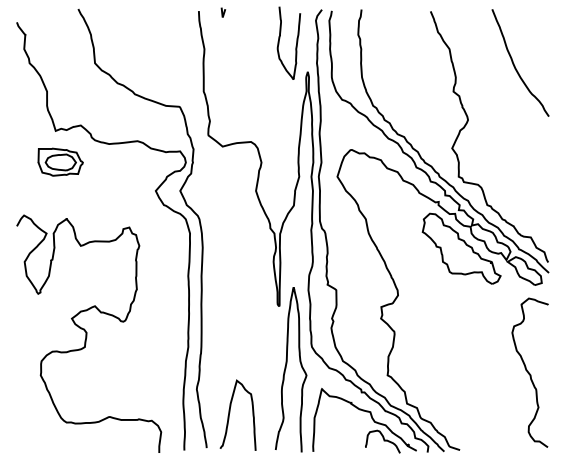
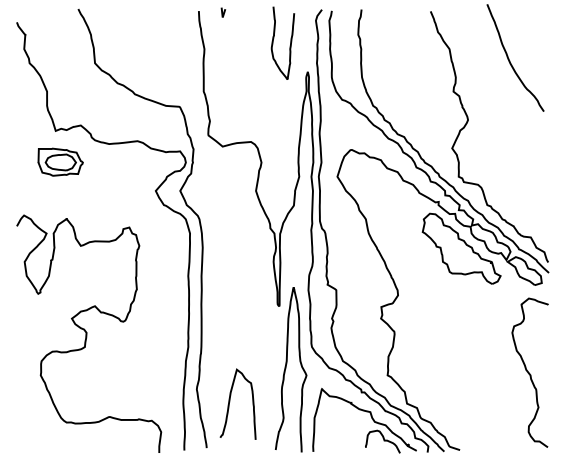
curve at (295, 45) position: (295, 45) -> (289, 45)
curve at (515, 65) position: (515, 65) -> (510, 60)
curve at (230, 413) position: (230, 413) -> (230, 402)
